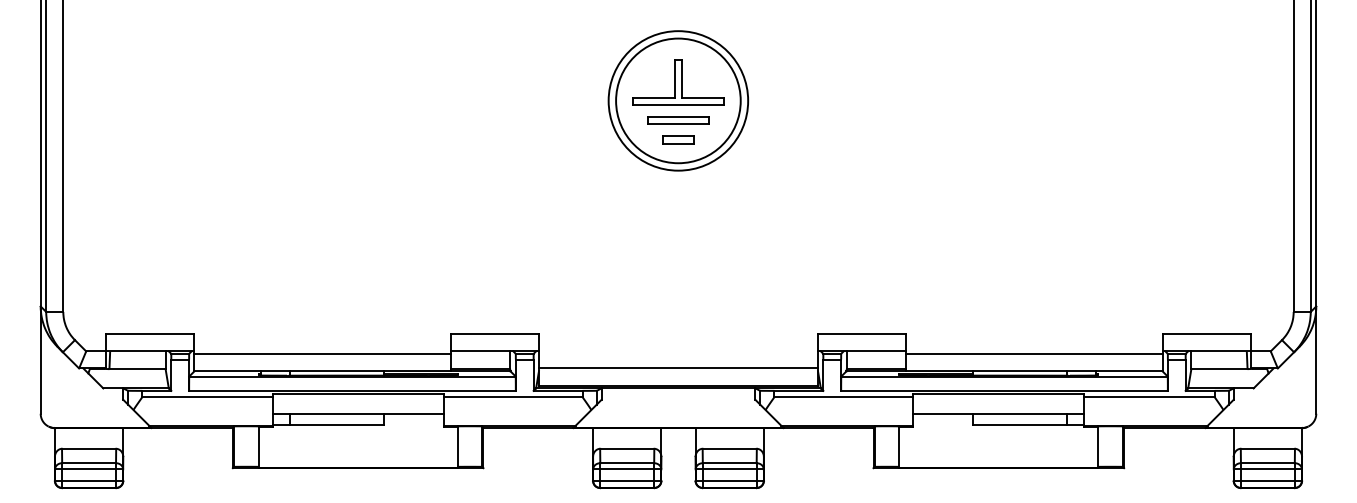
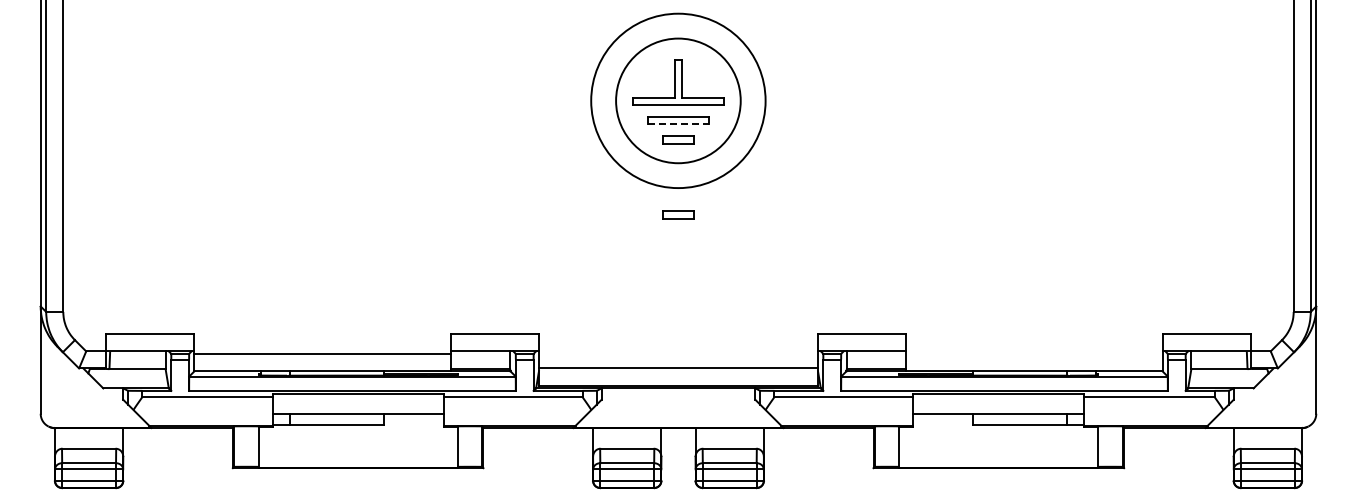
circle at (678, 100) diameter: 140 px -> 174 px
line at (678, 124): solid -> dashed
part at (678, 214): none -> present
line at (1034, 354): present -> none
